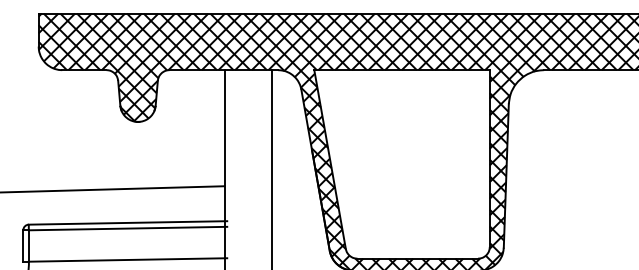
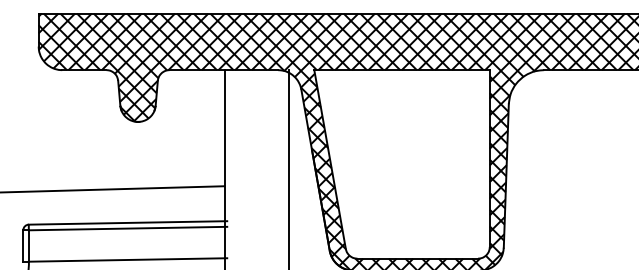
line at (272, 168) position: (272, 168) -> (289, 168)
